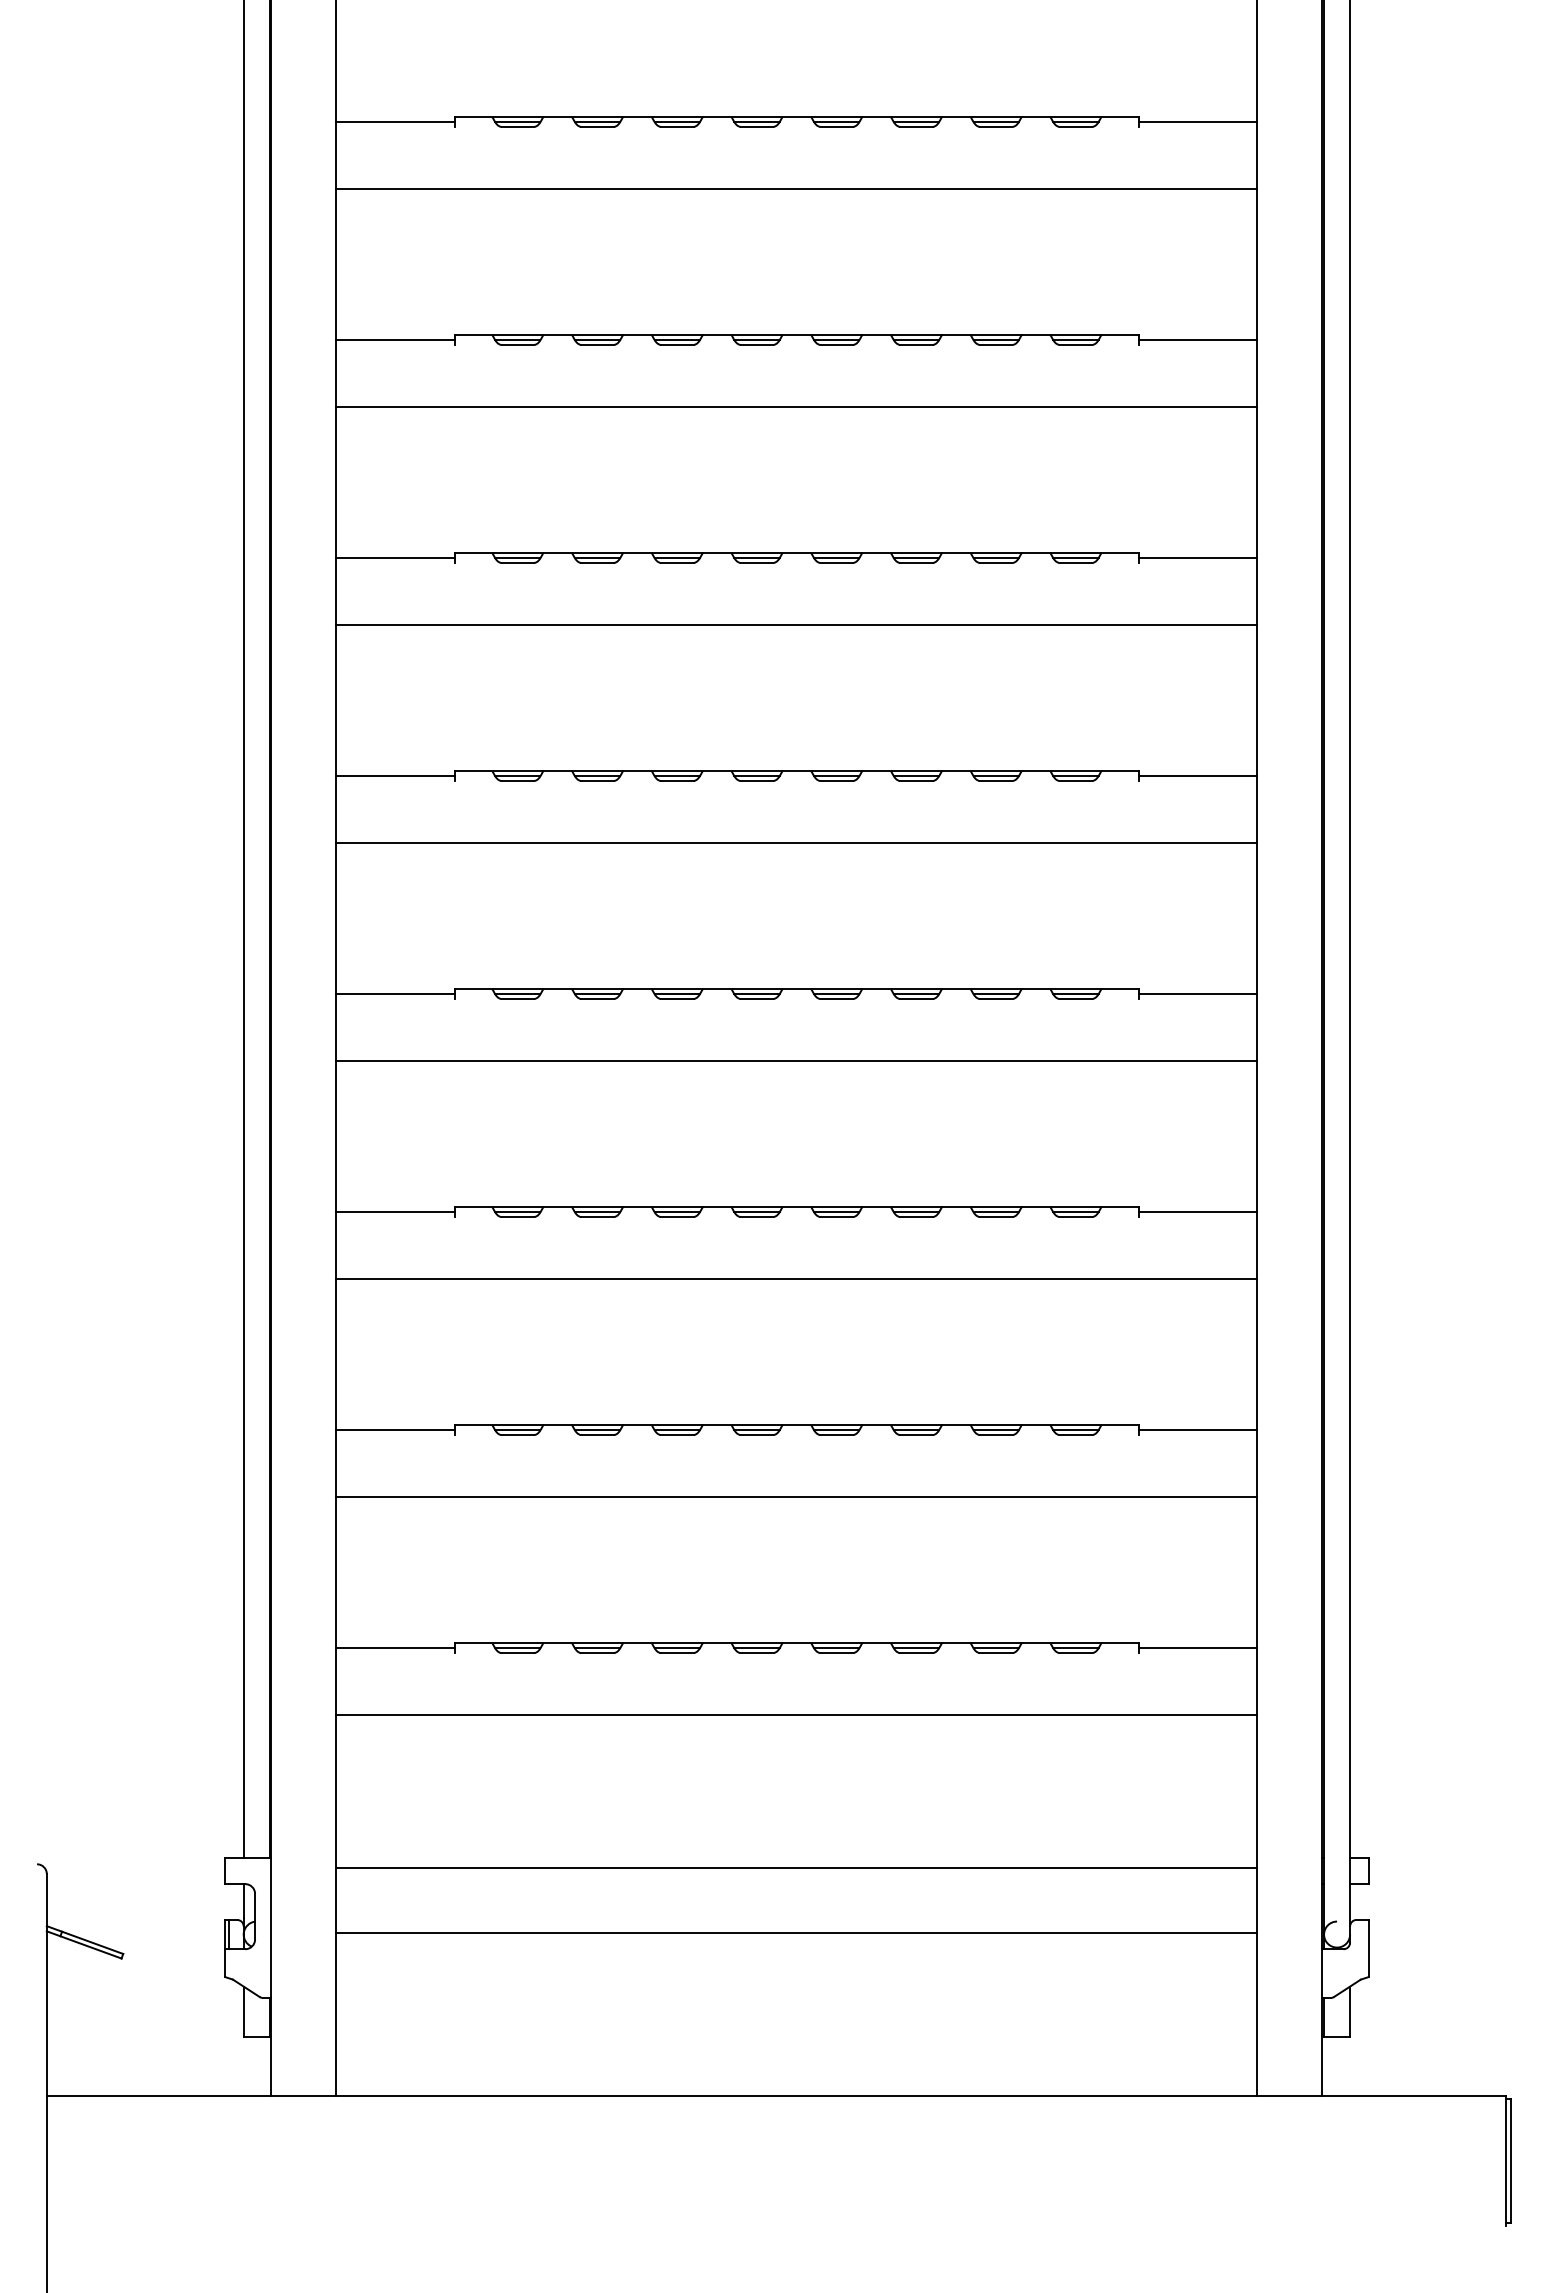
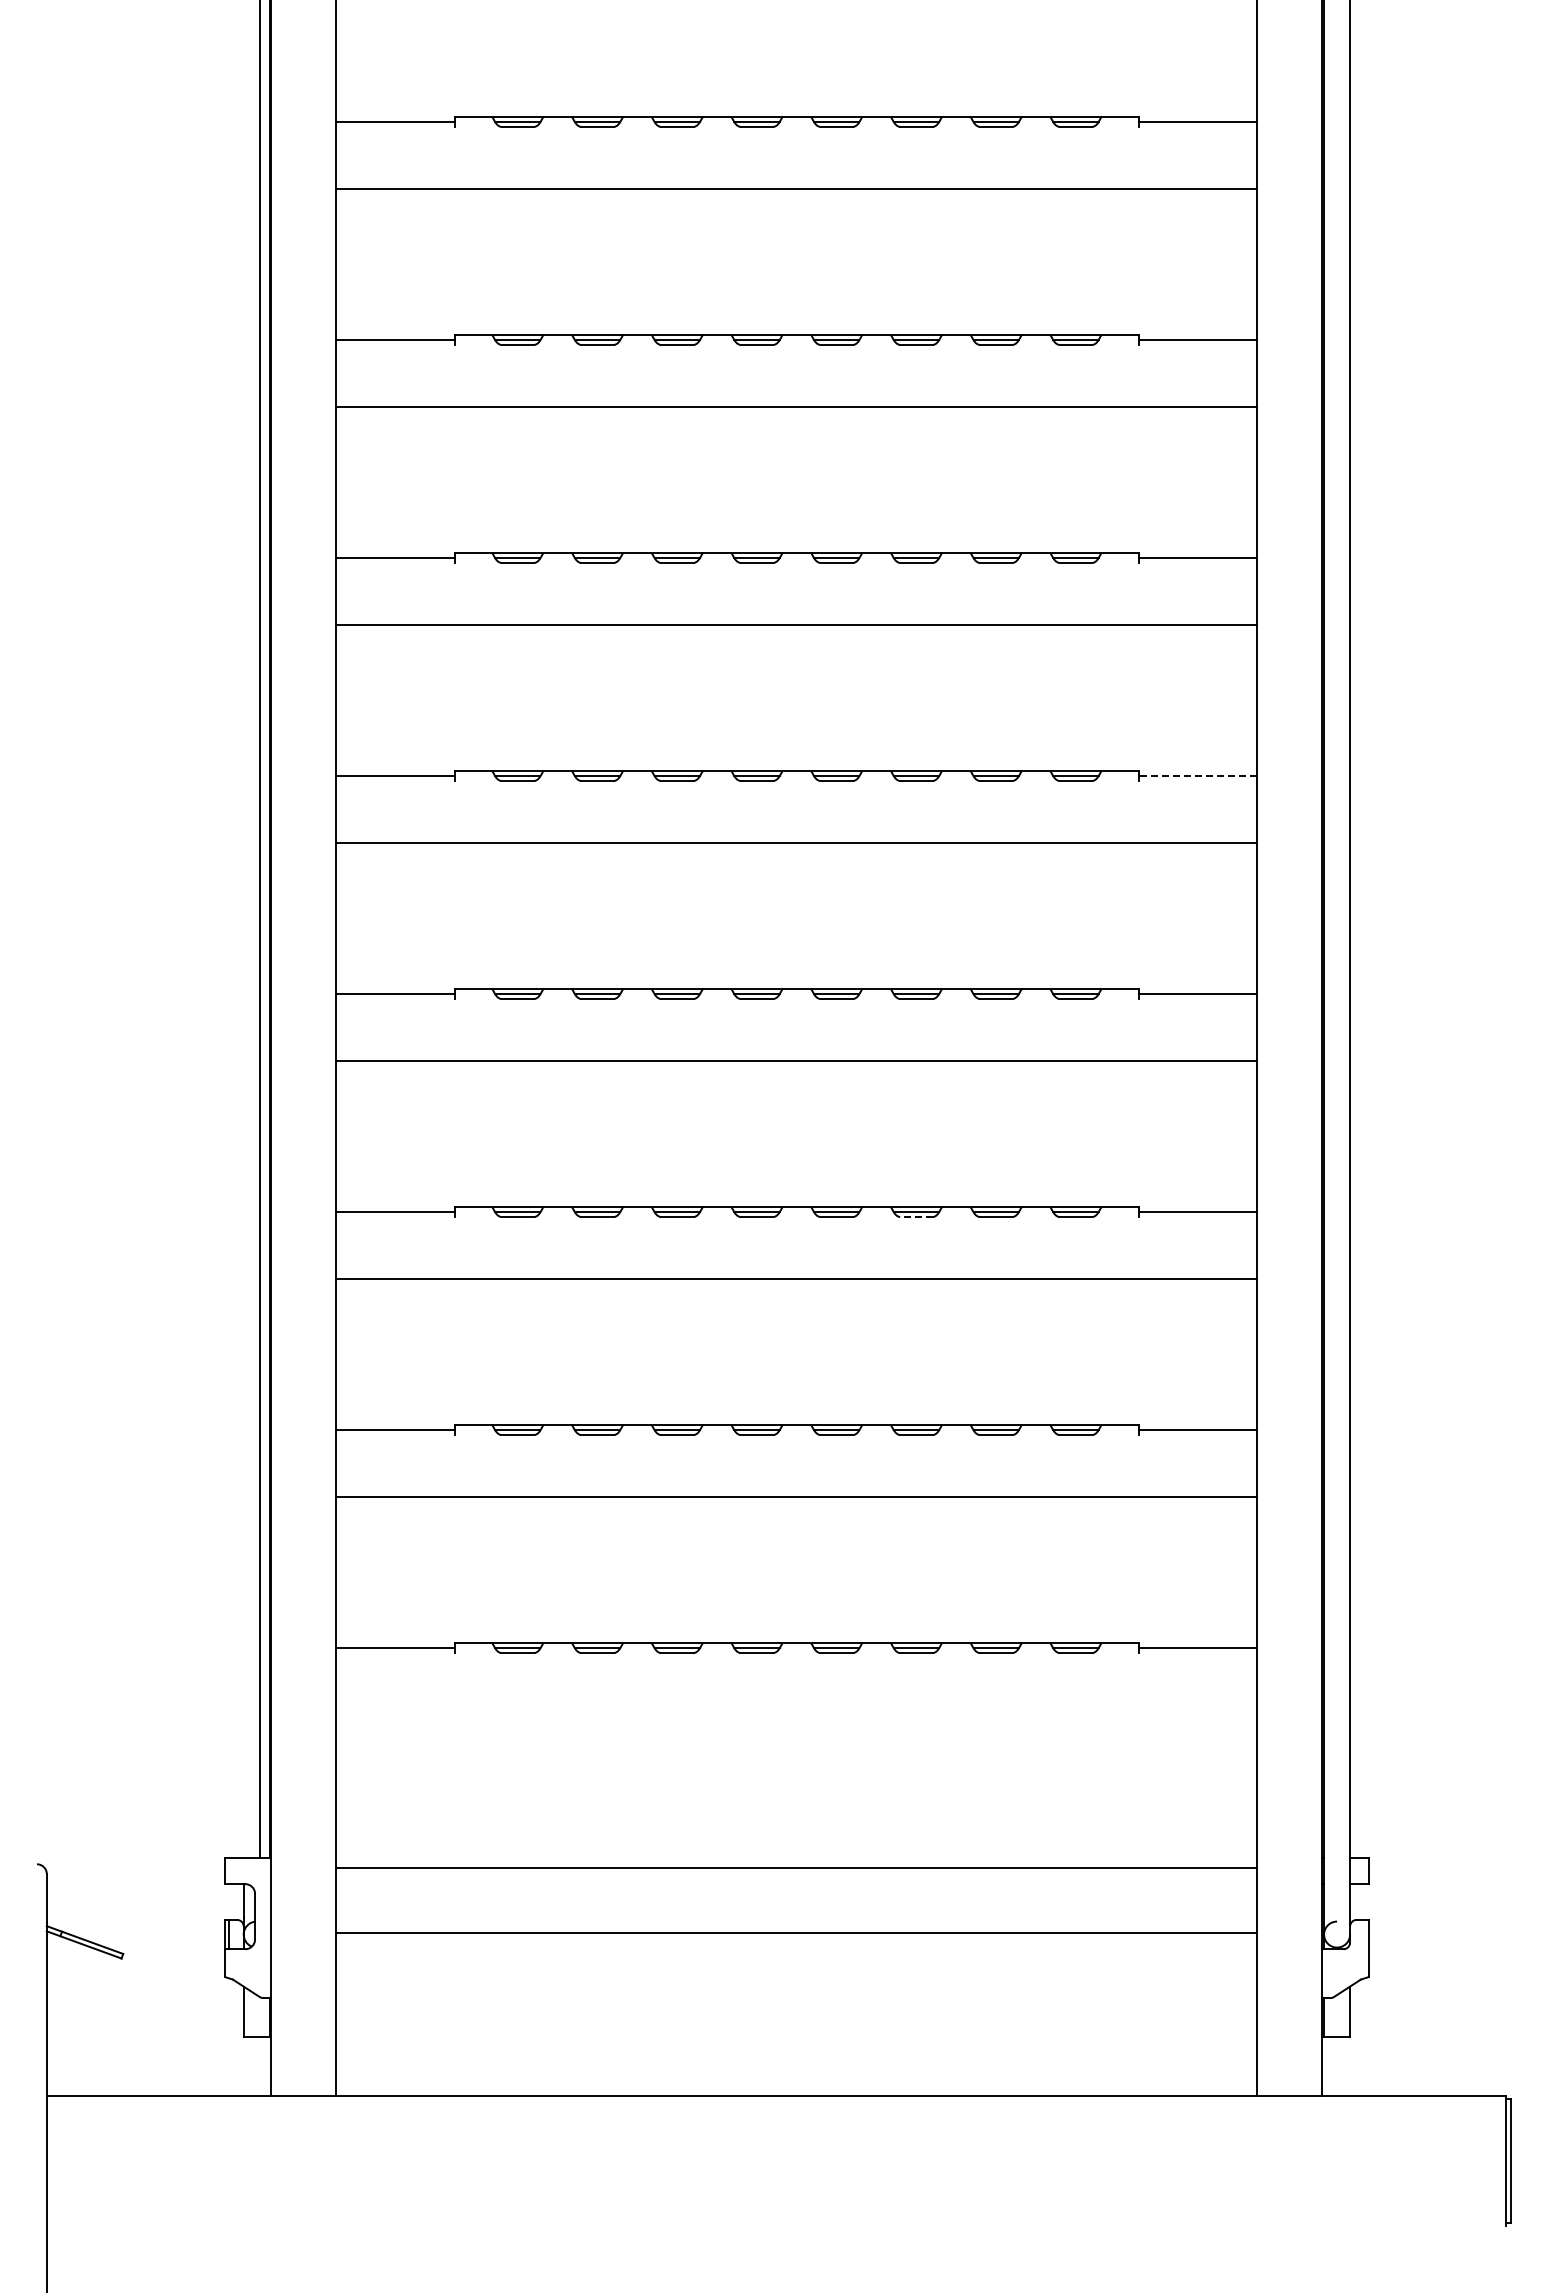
line at (1197, 776): solid -> dashed
line at (243, 930) position: (243, 930) -> (259, 930)
line at (915, 1217): solid -> dashed
line at (796, 1714): present -> none
